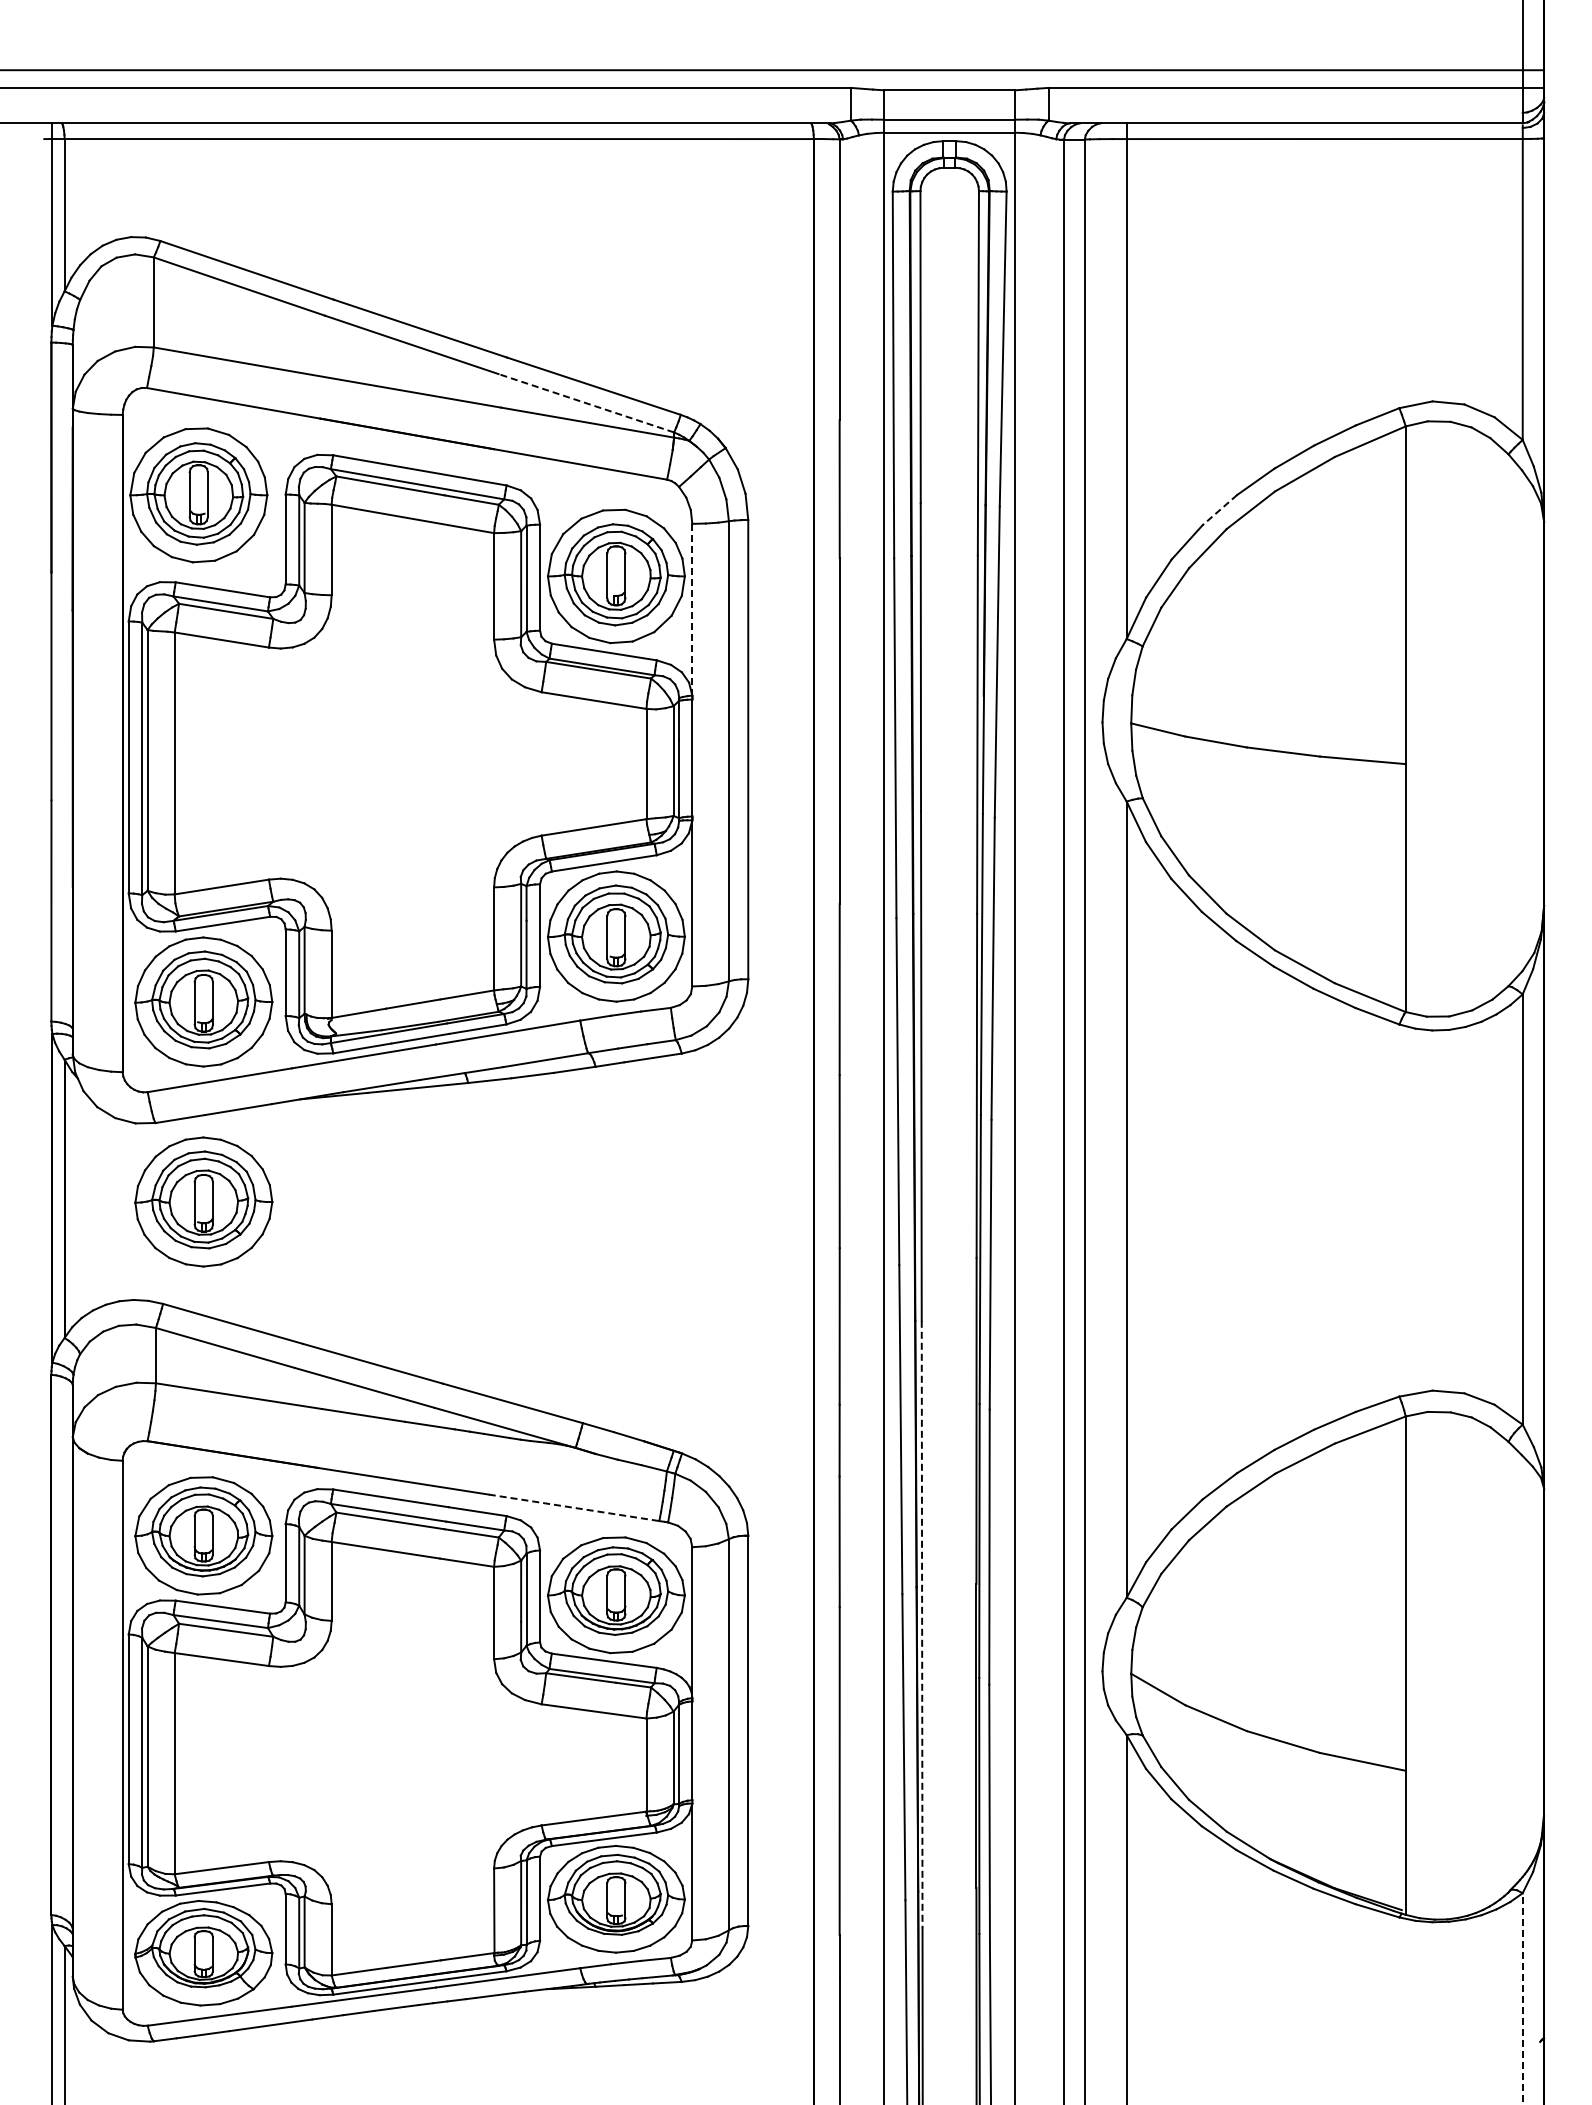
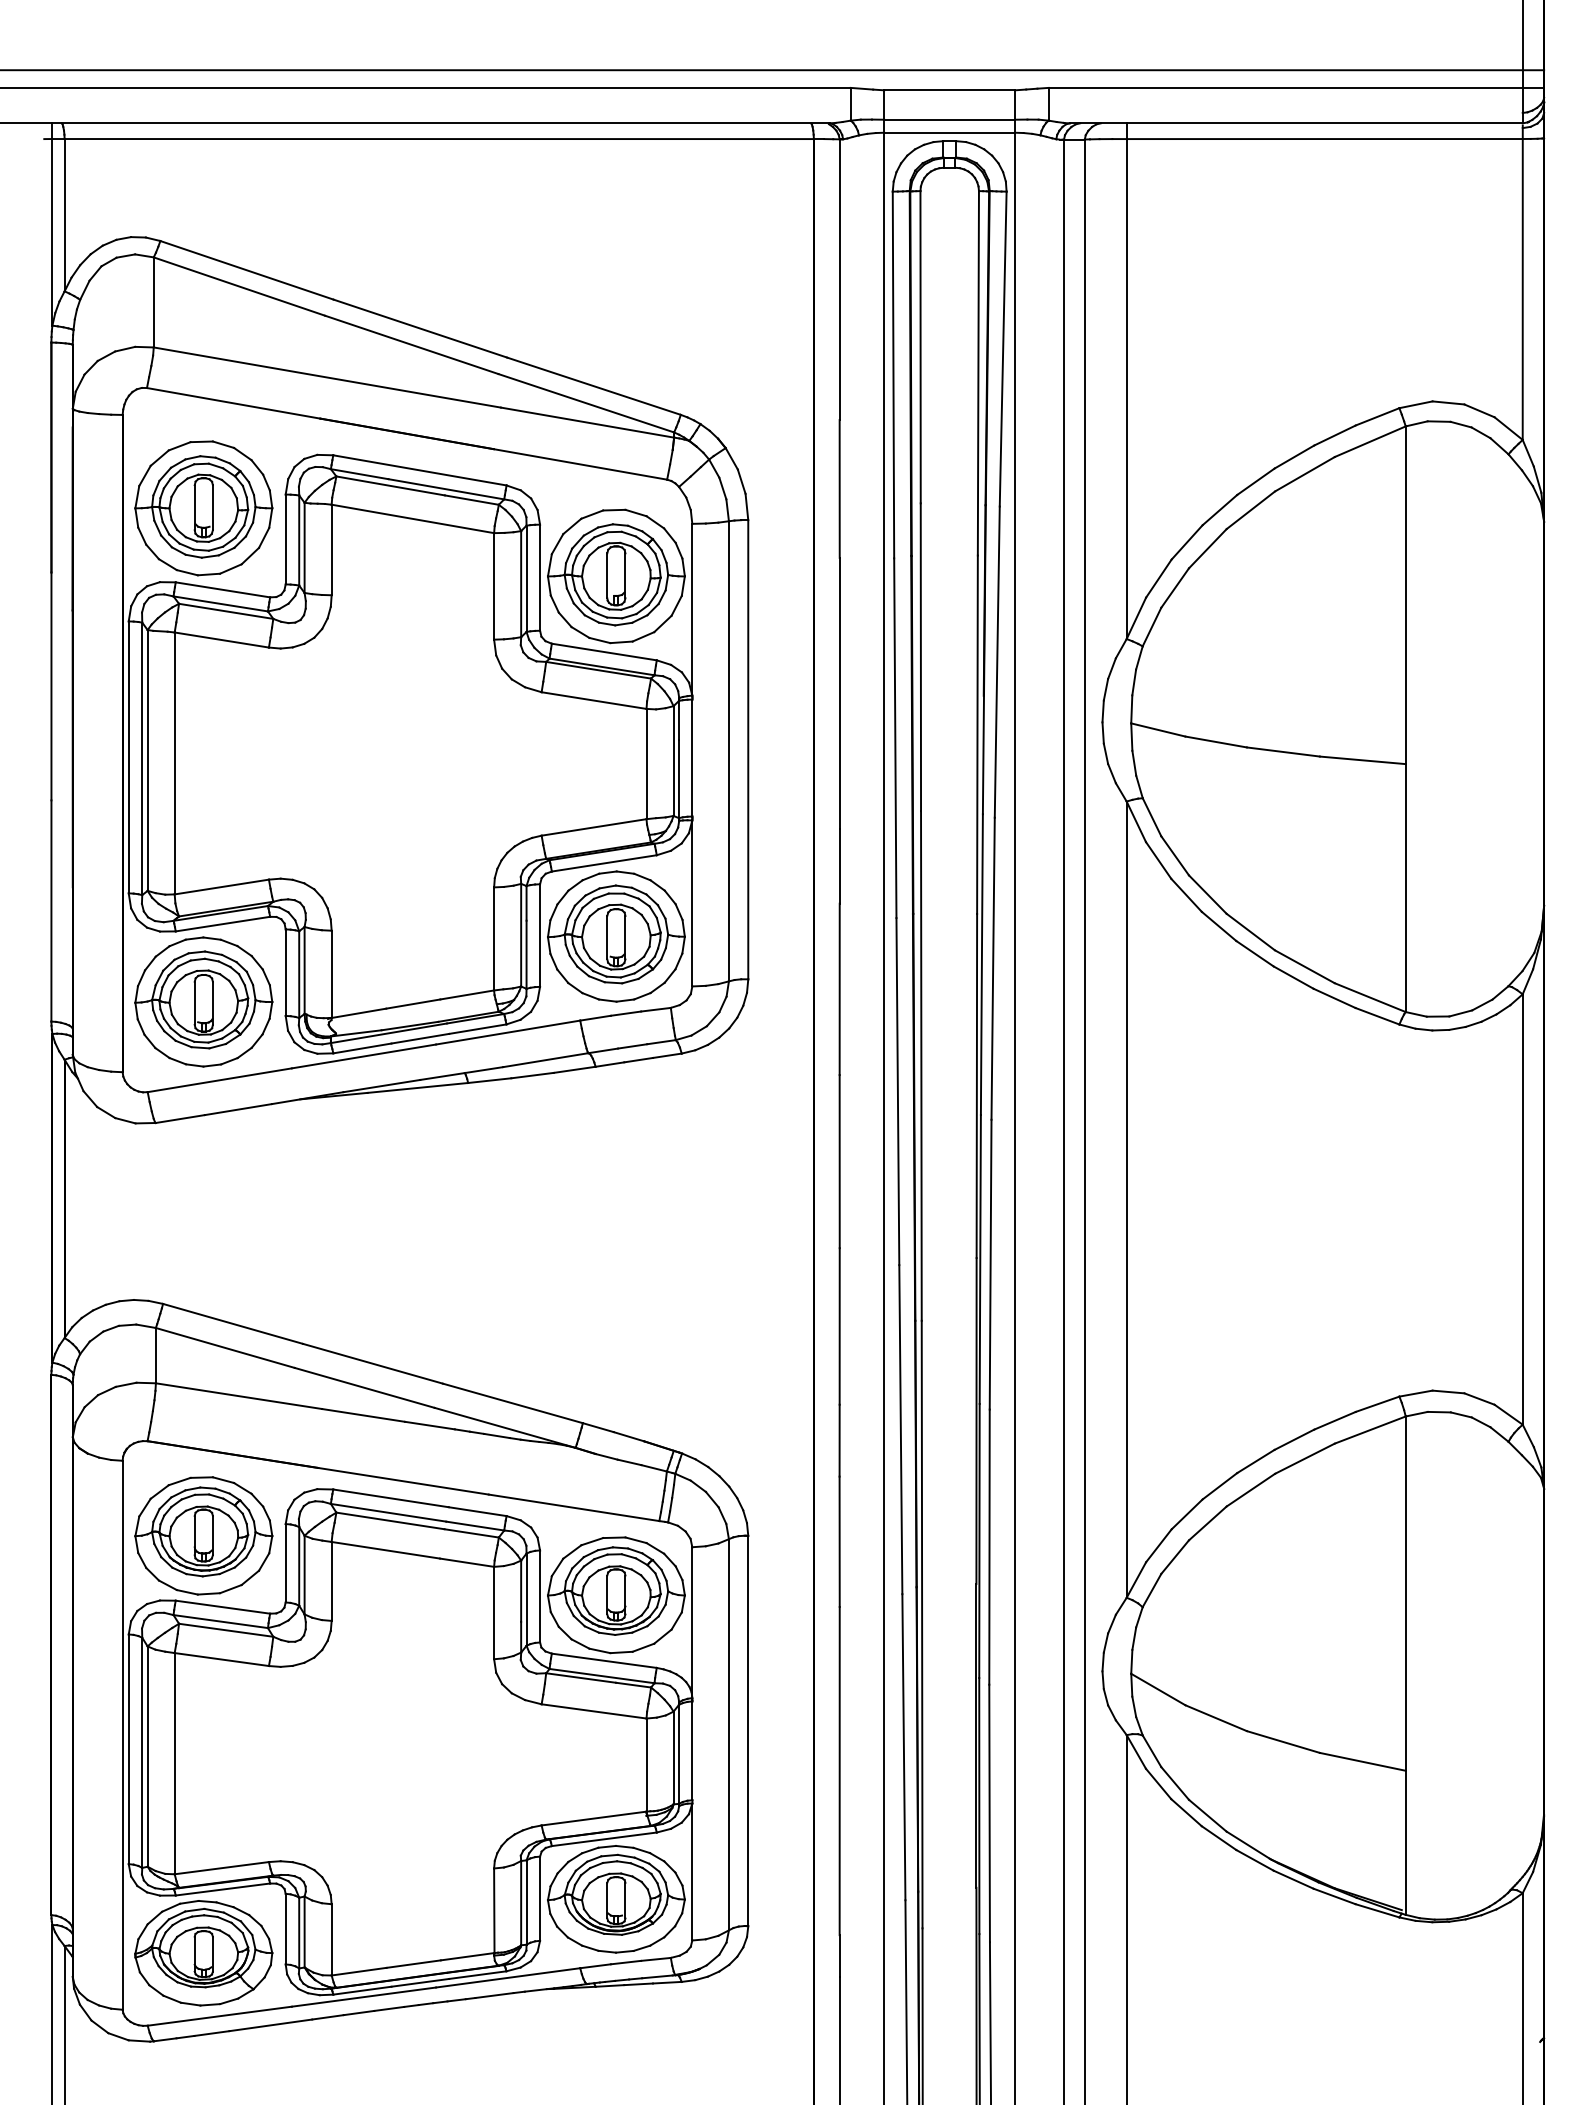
line at (586, 403): dashed -> solid
part at (198, 495) position: (198, 495) -> (203, 508)
line at (1219, 510): dashed -> solid
line at (692, 609): dashed -> solid
part at (203, 1201): present -> none
line at (574, 1507): dashed -> solid
line at (922, 1624): dashed -> solid
line at (1522, 1998): dashed -> solid
